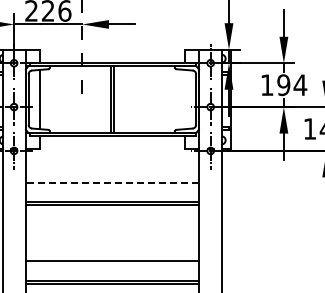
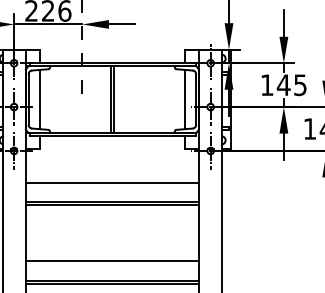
text at (291, 85): 194 -> 145
line at (185, 99): none -> present
line at (111, 182): dashed -> solid
